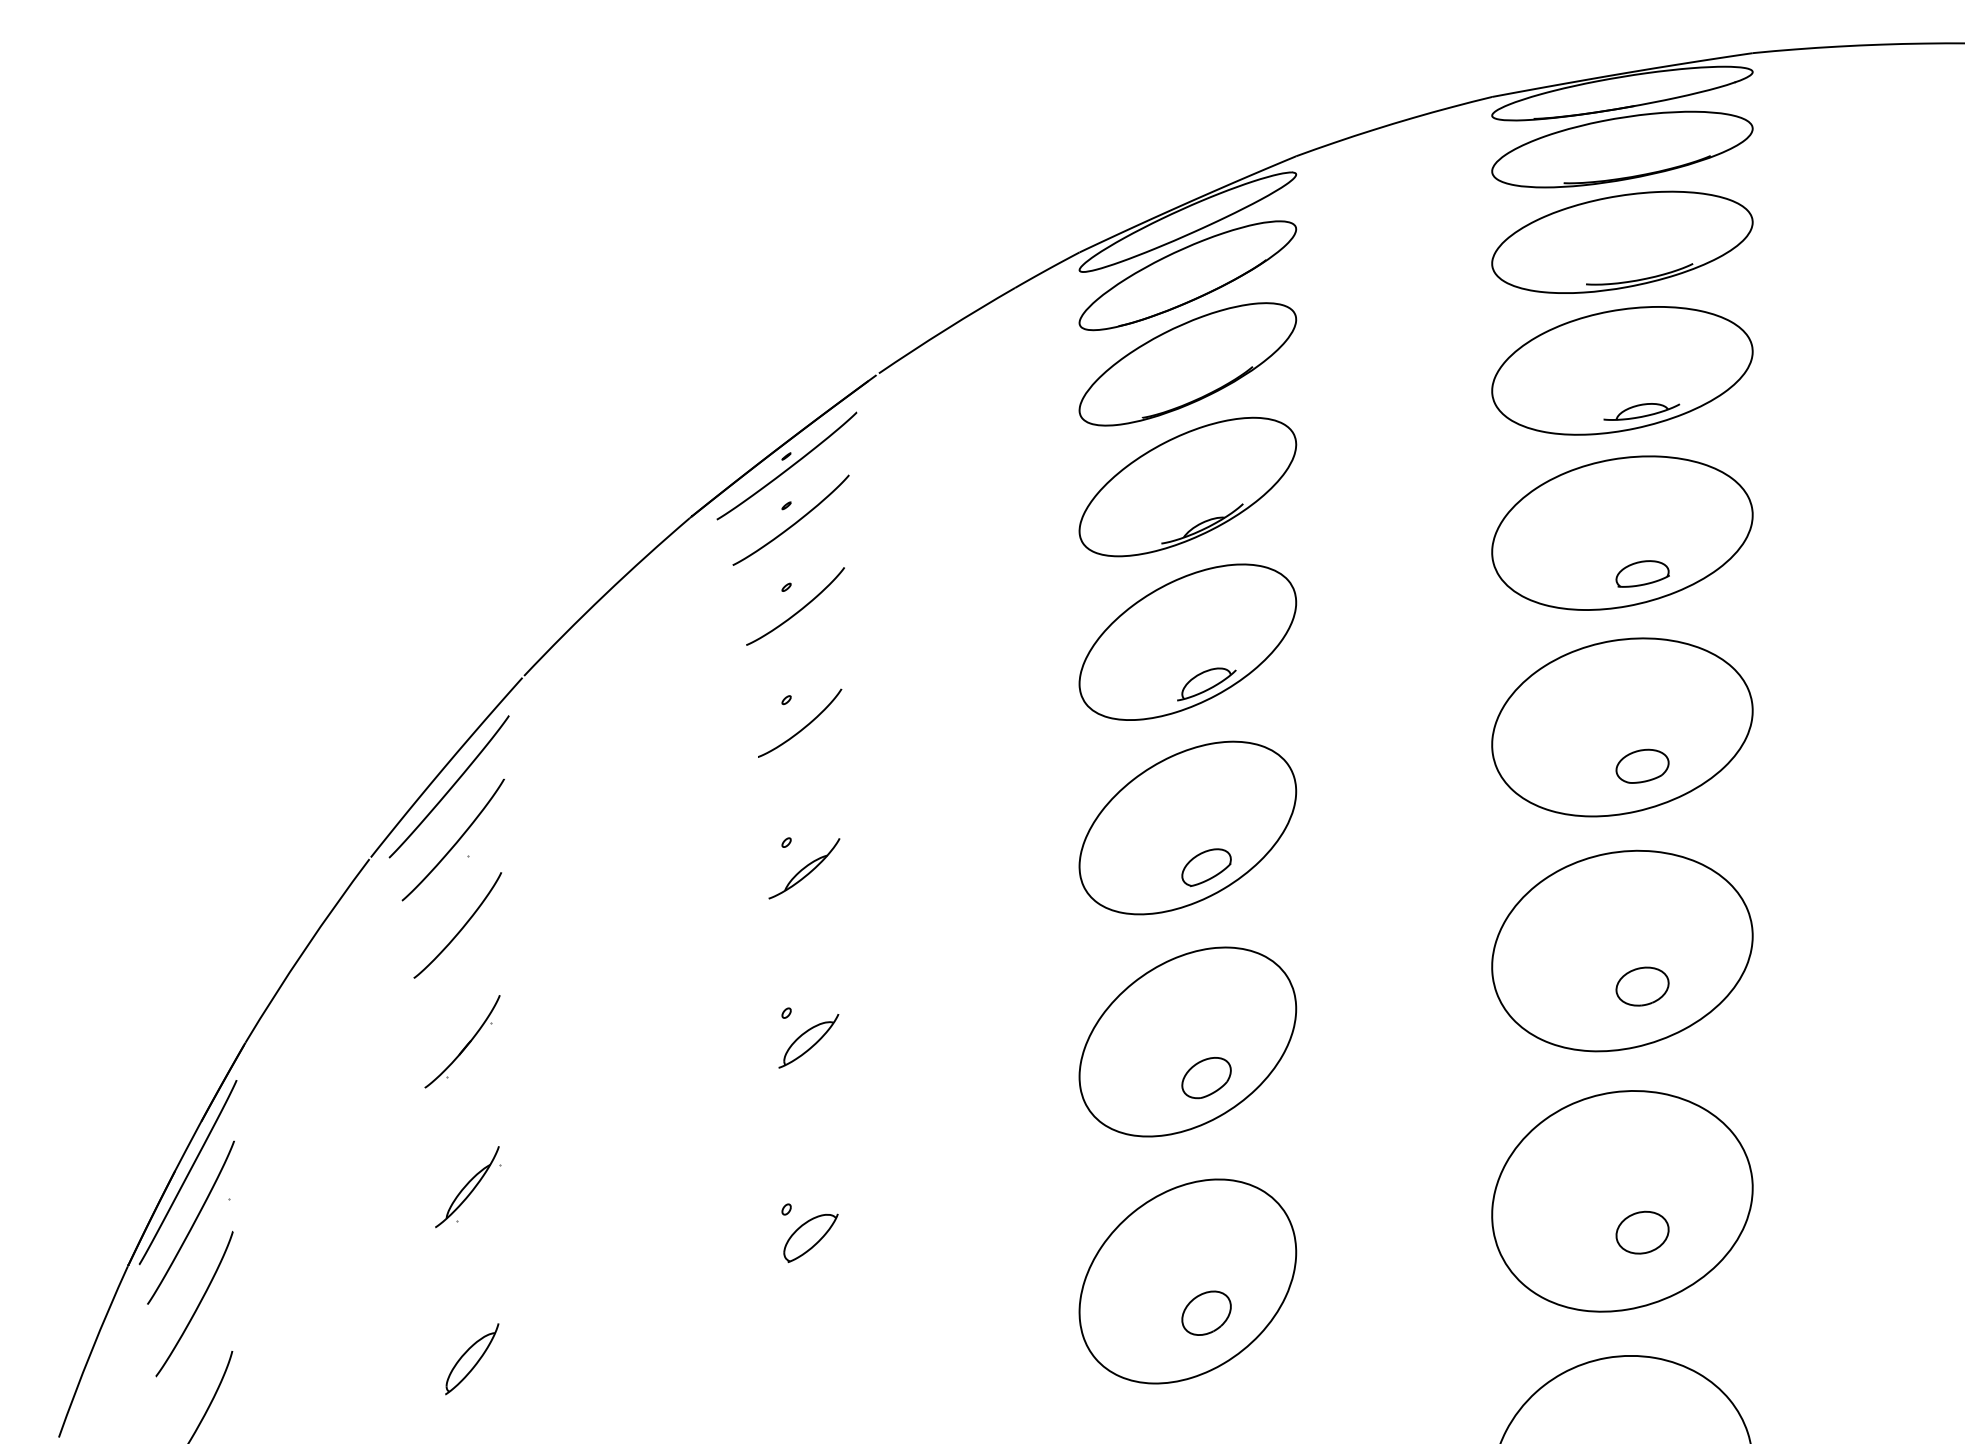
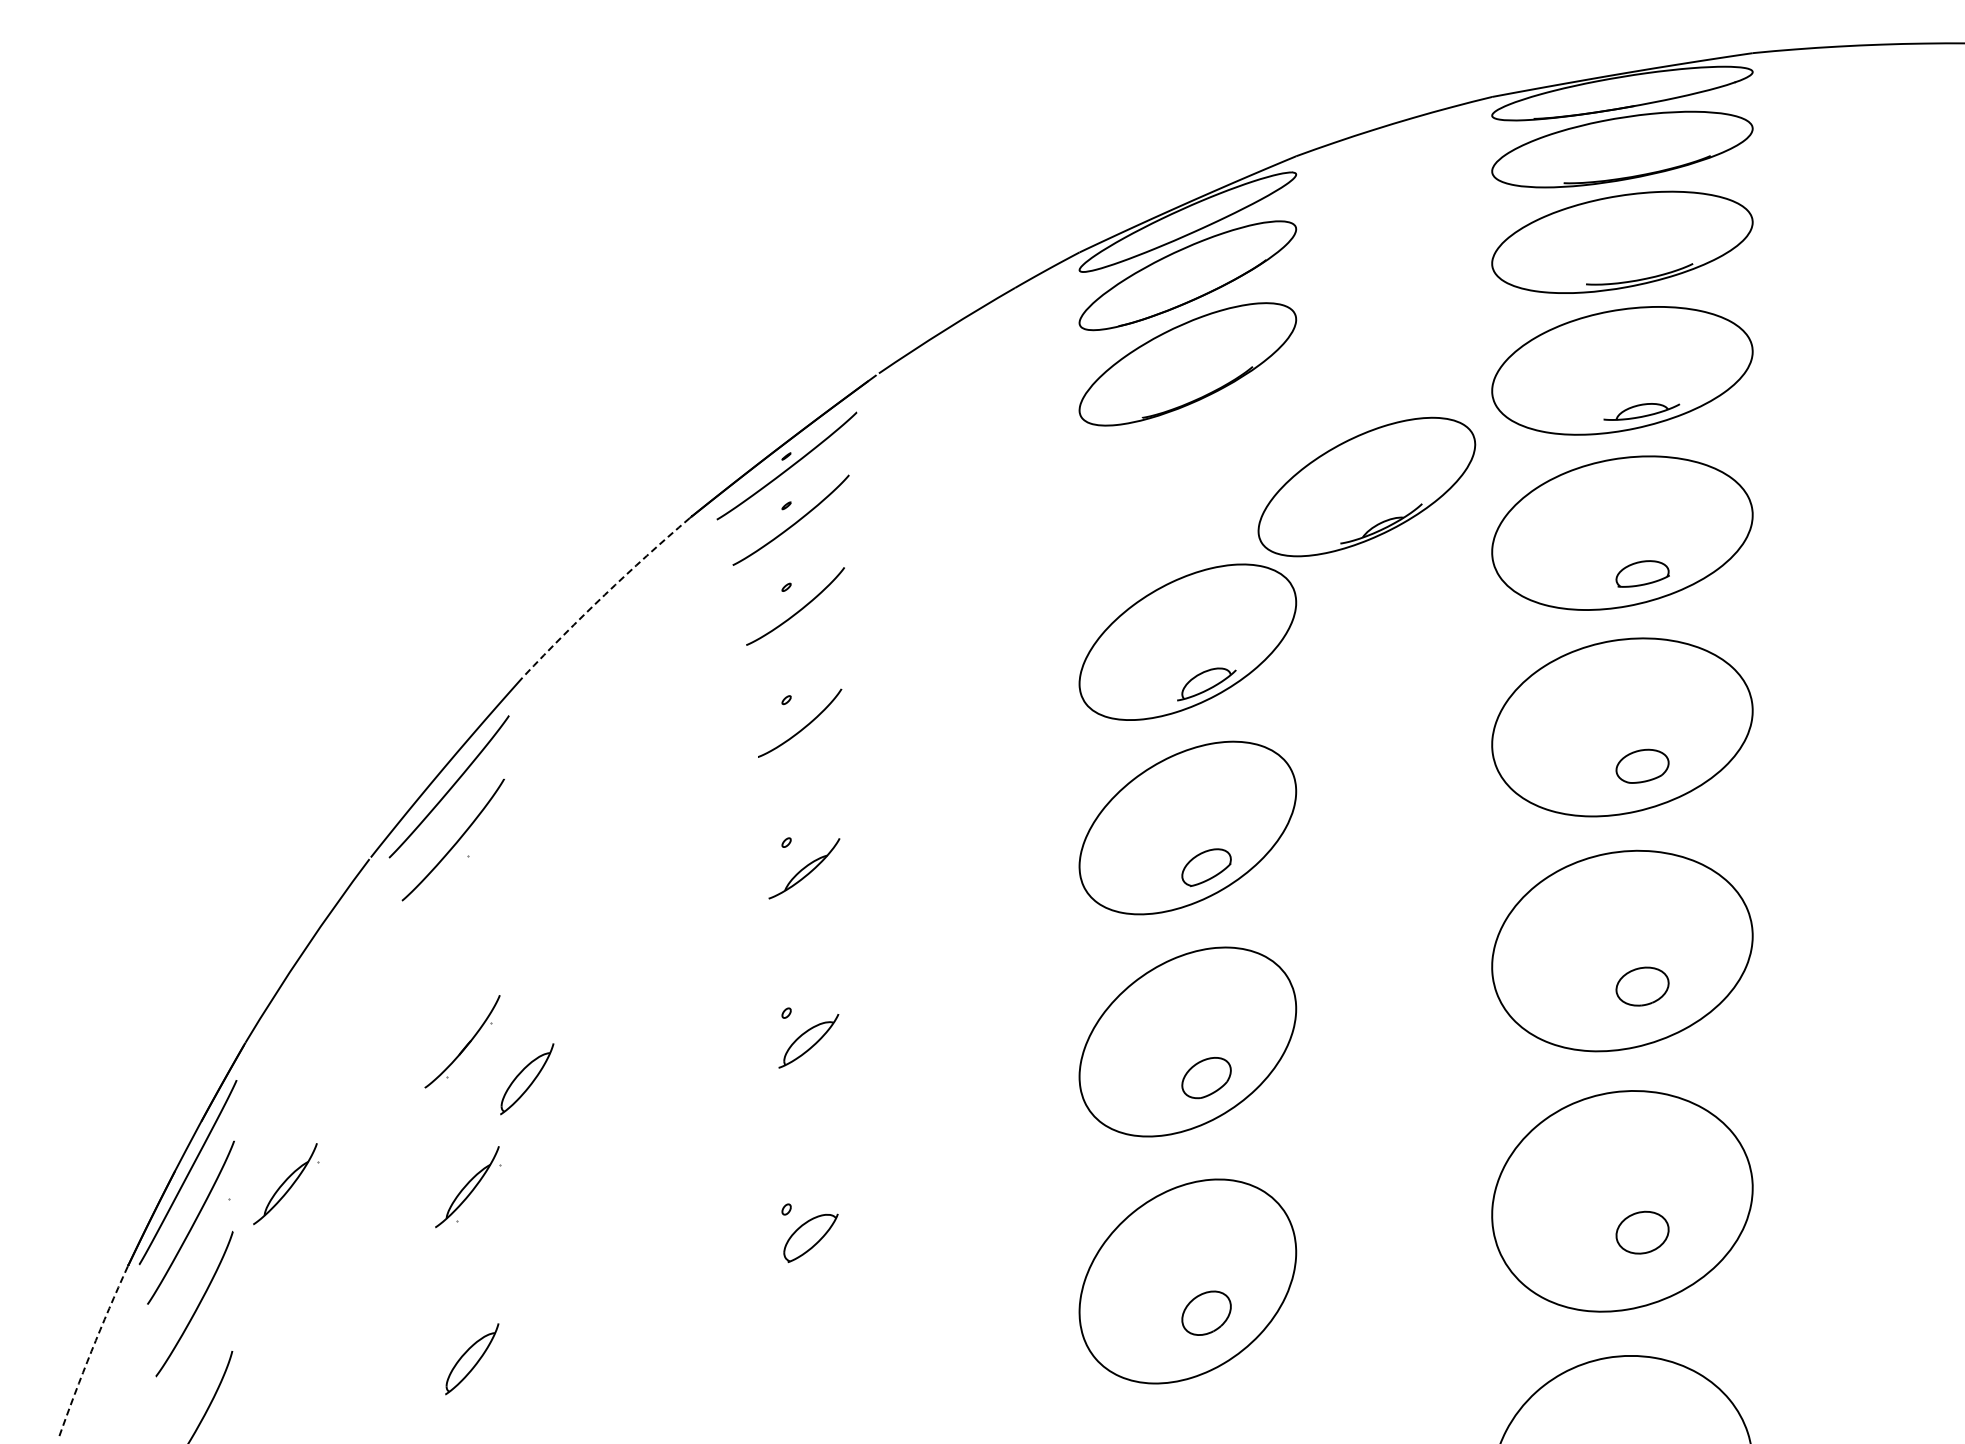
part at (1187, 486) position: (1187, 486) -> (1366, 486)
arc at (604, 594): solid -> dashed
curve at (461, 927): present -> none
part at (527, 1079): none -> present
part at (286, 1184): none -> present
arc at (91, 1351): solid -> dashed
